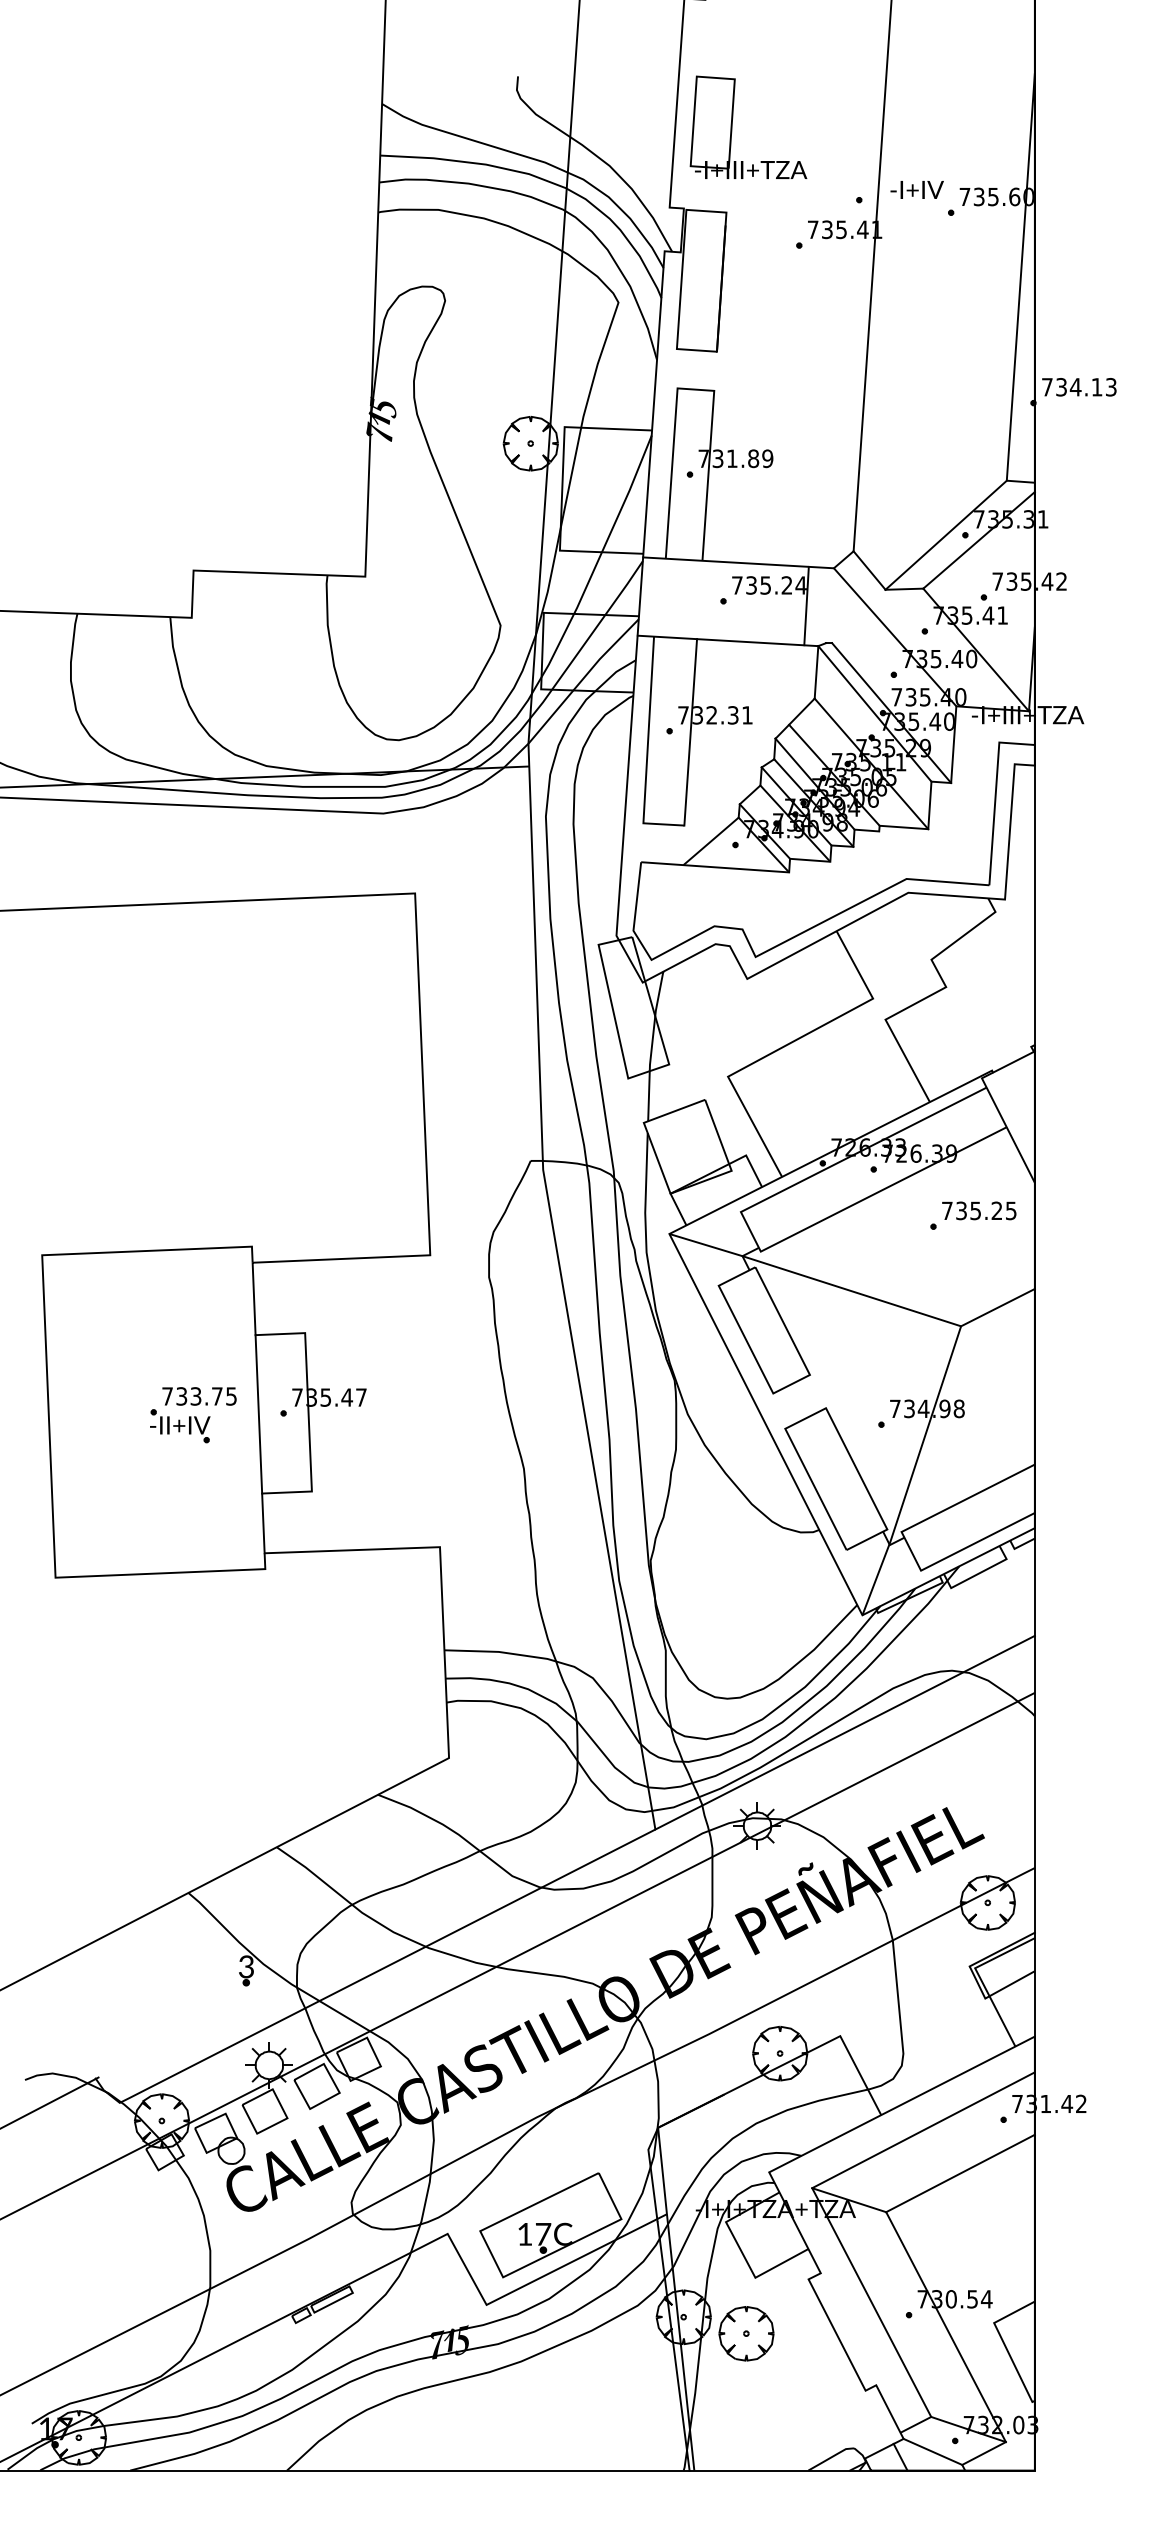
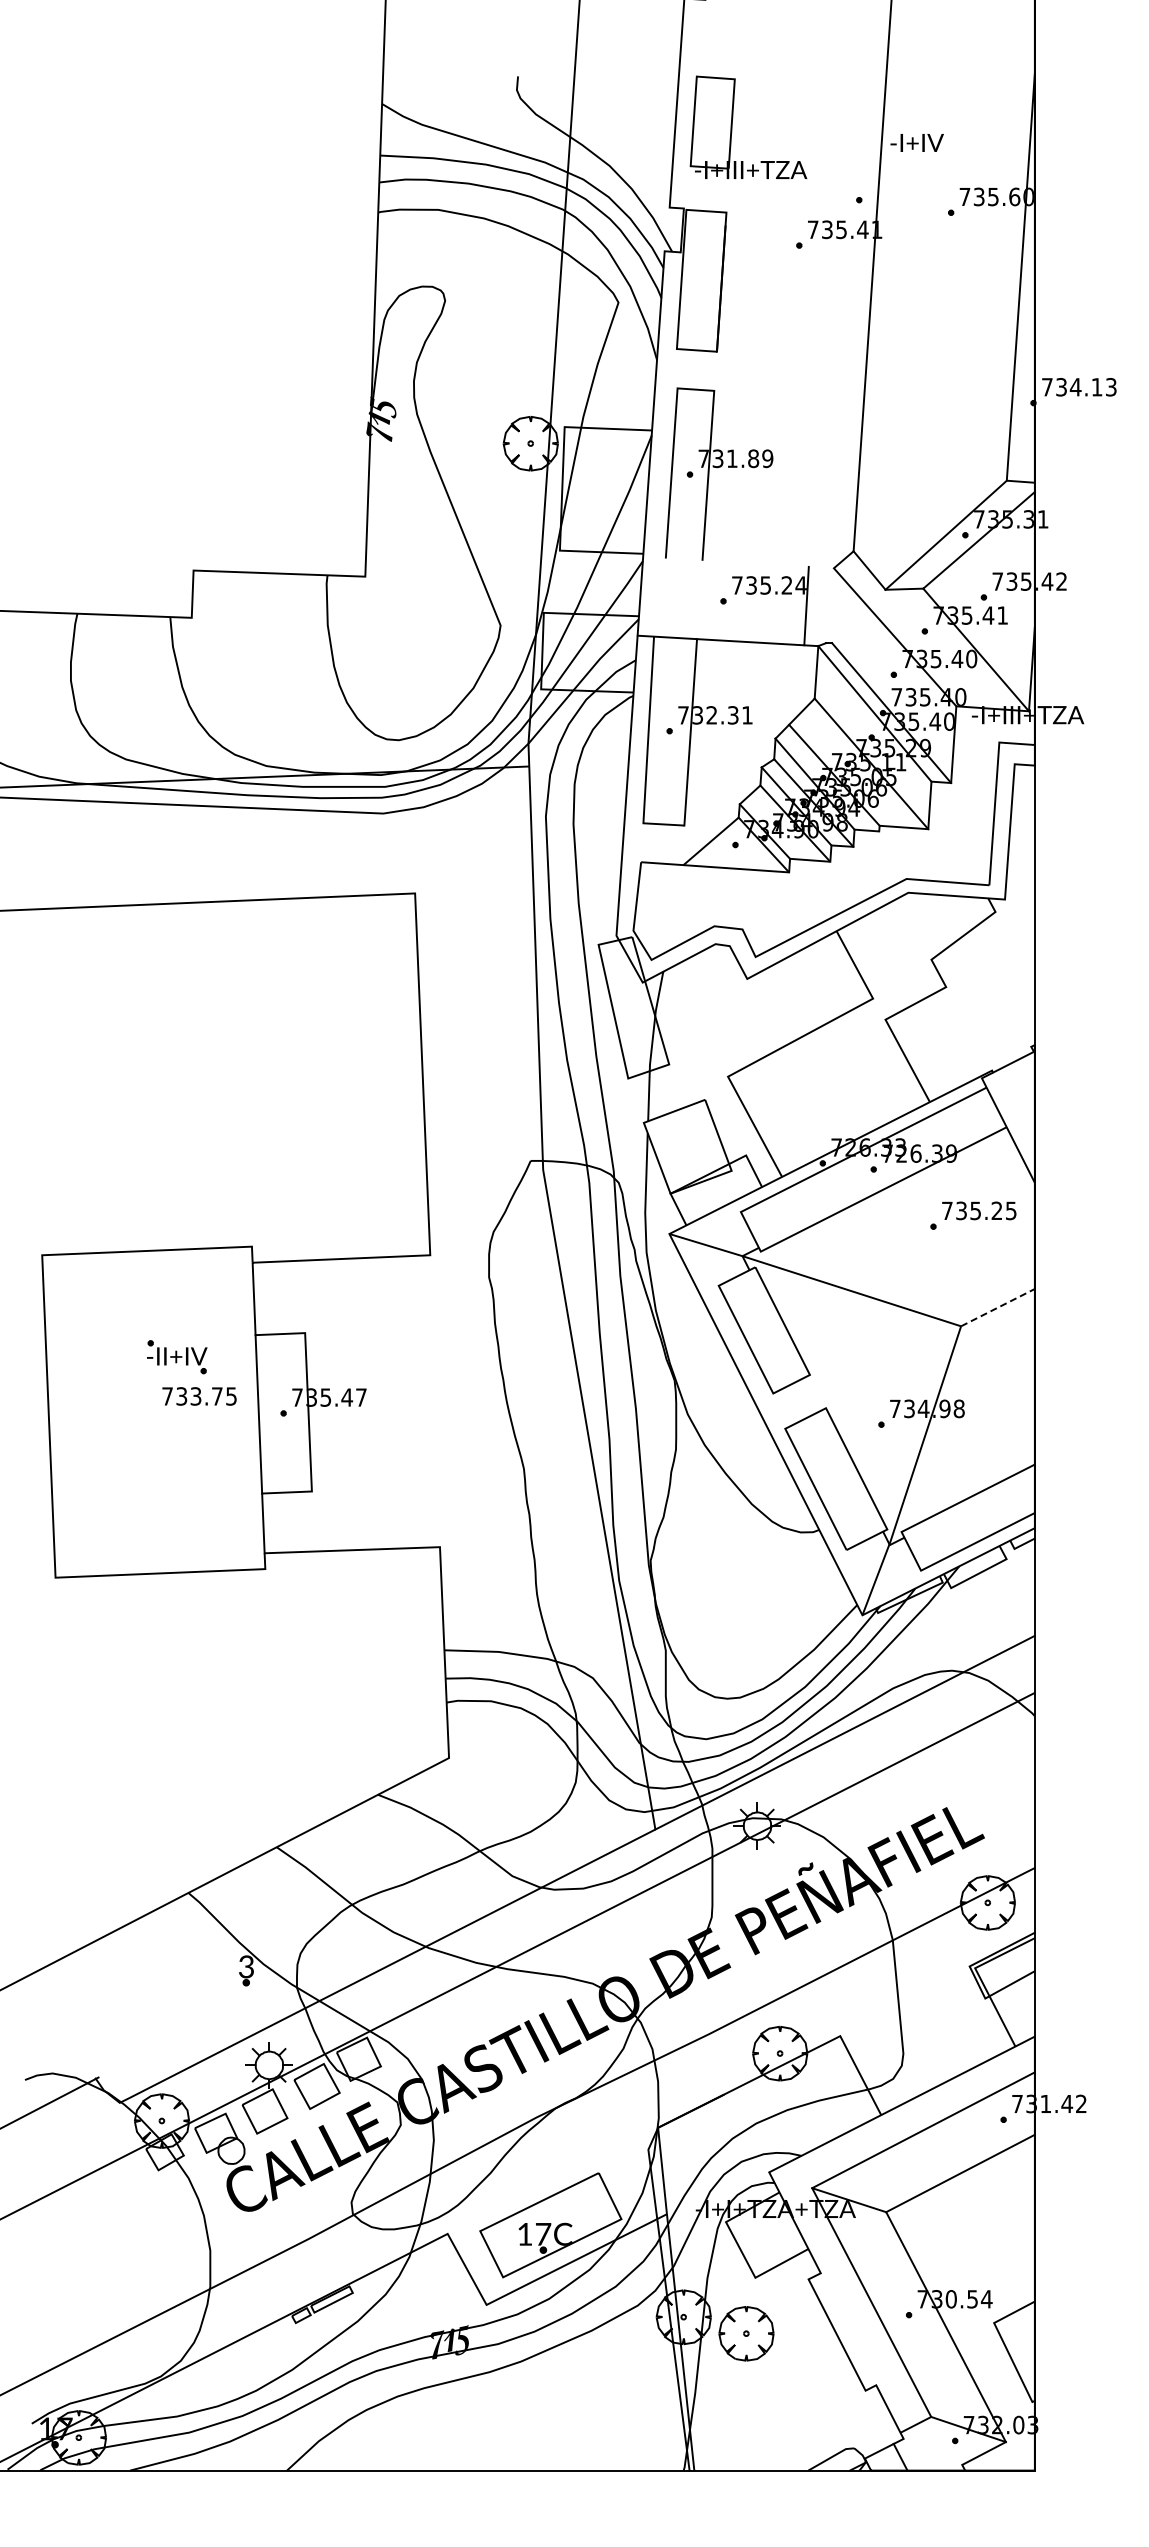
text at (916, 189) position: (916, 189) -> (916, 142)
line at (738, 562): present -> none
line at (998, 1307): solid -> dashed
part at (180, 1426) position: (180, 1426) -> (177, 1357)
line at (932, 2451): present -> none
